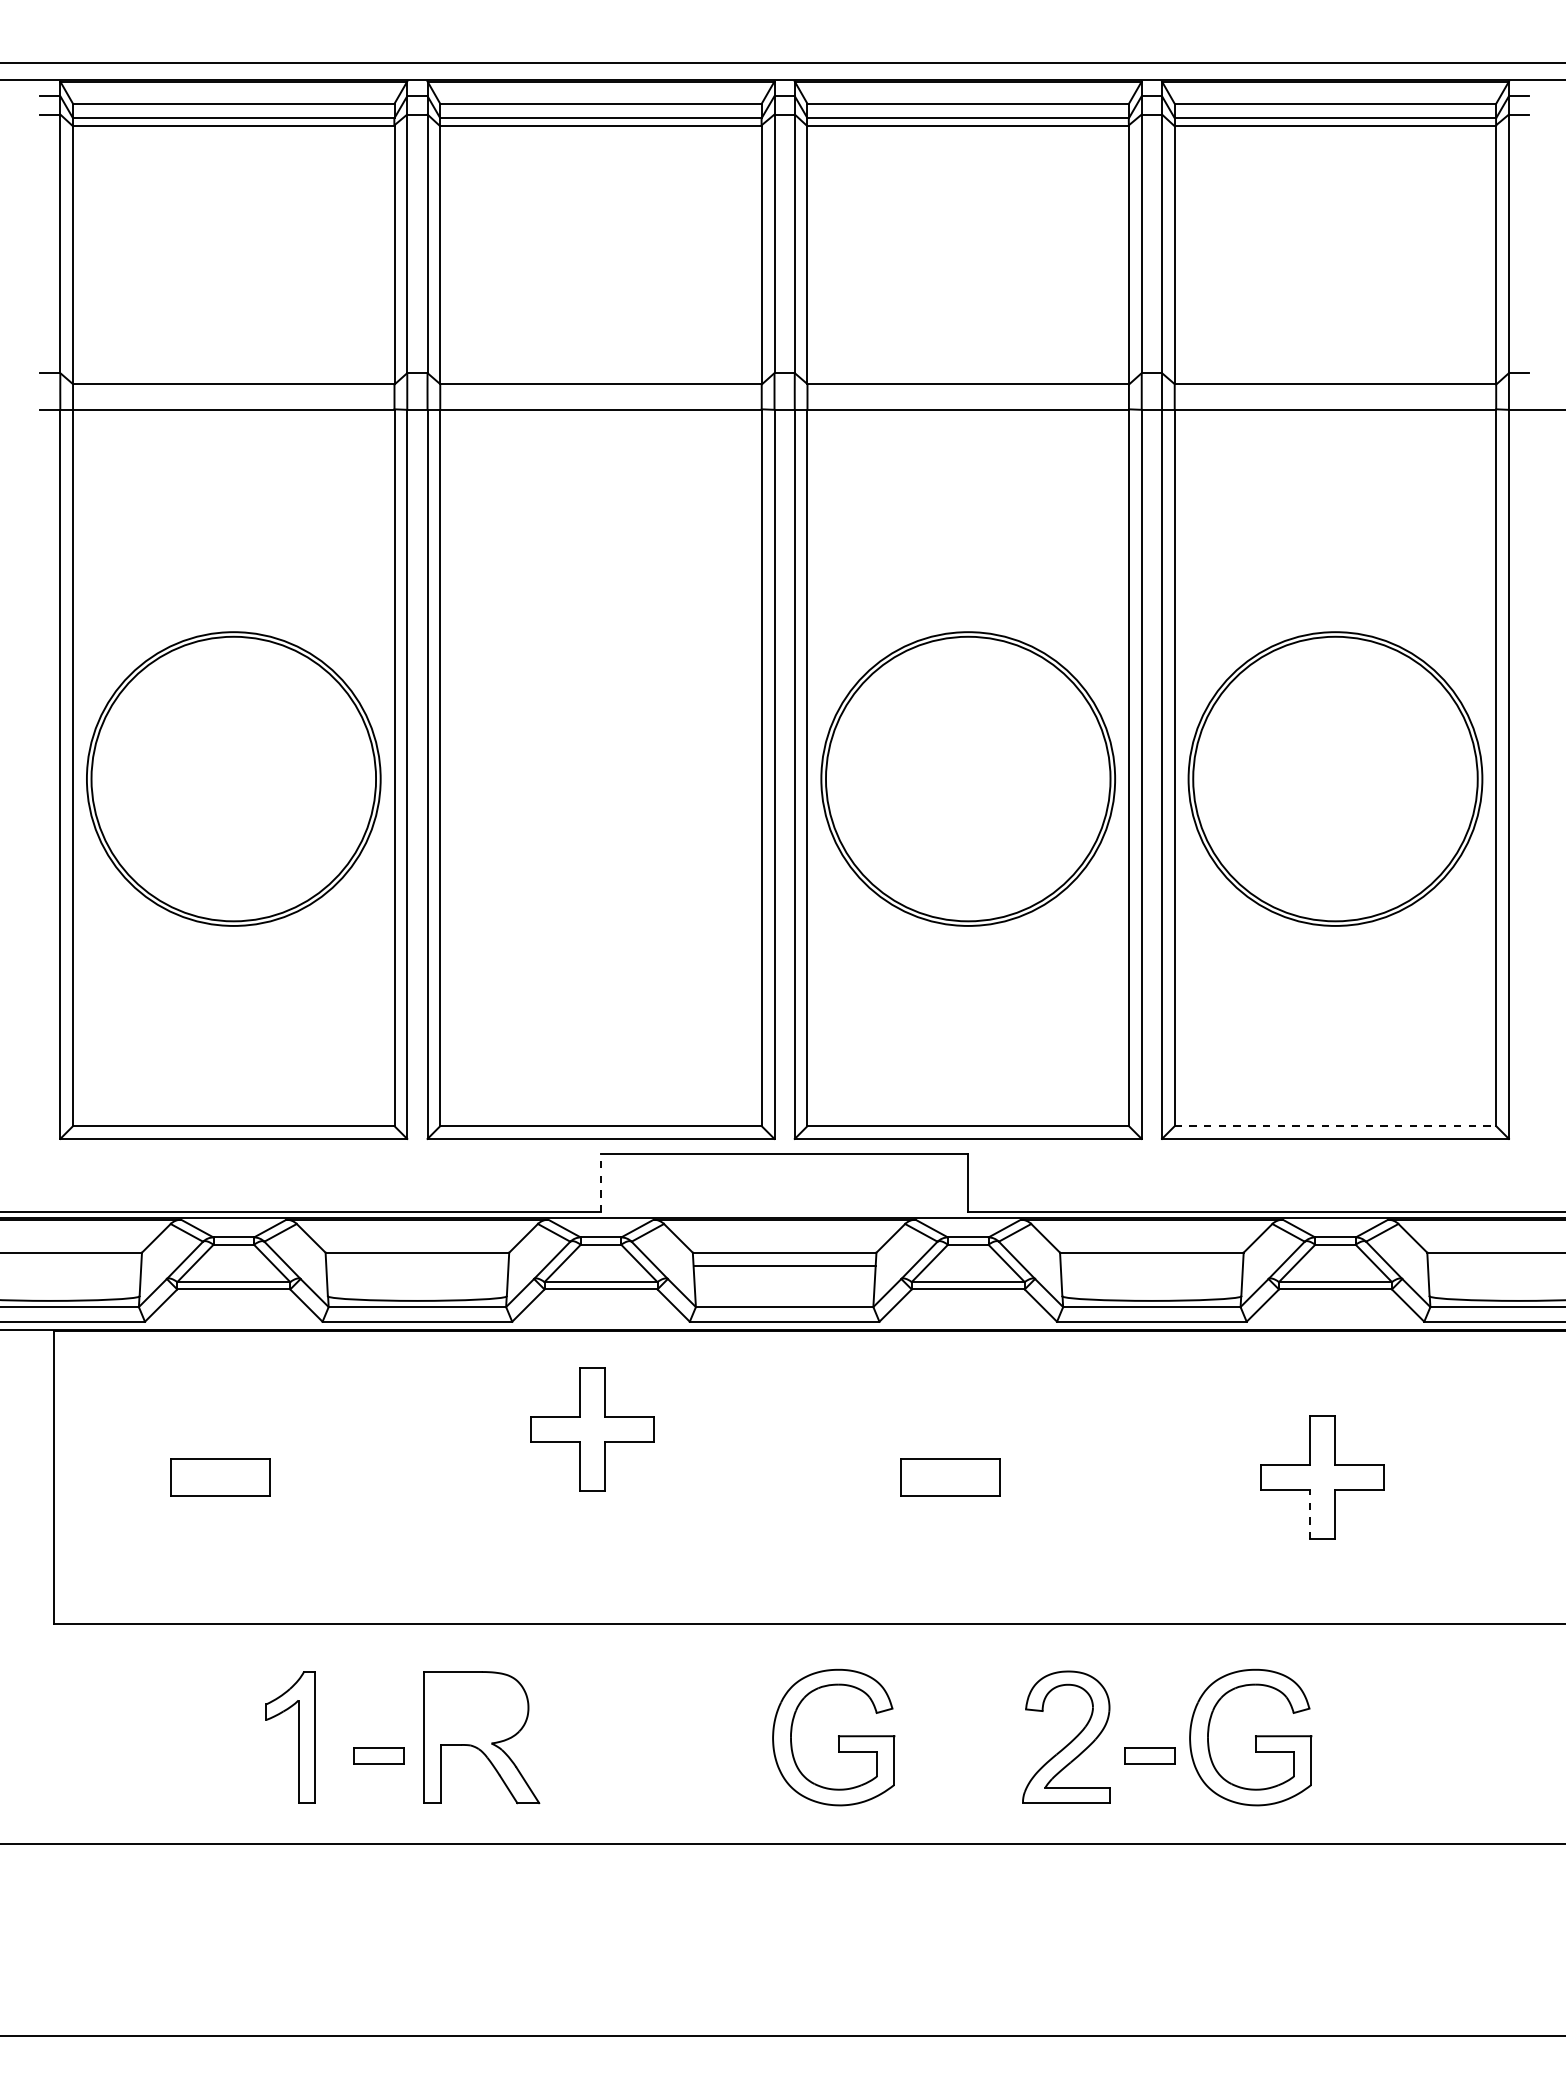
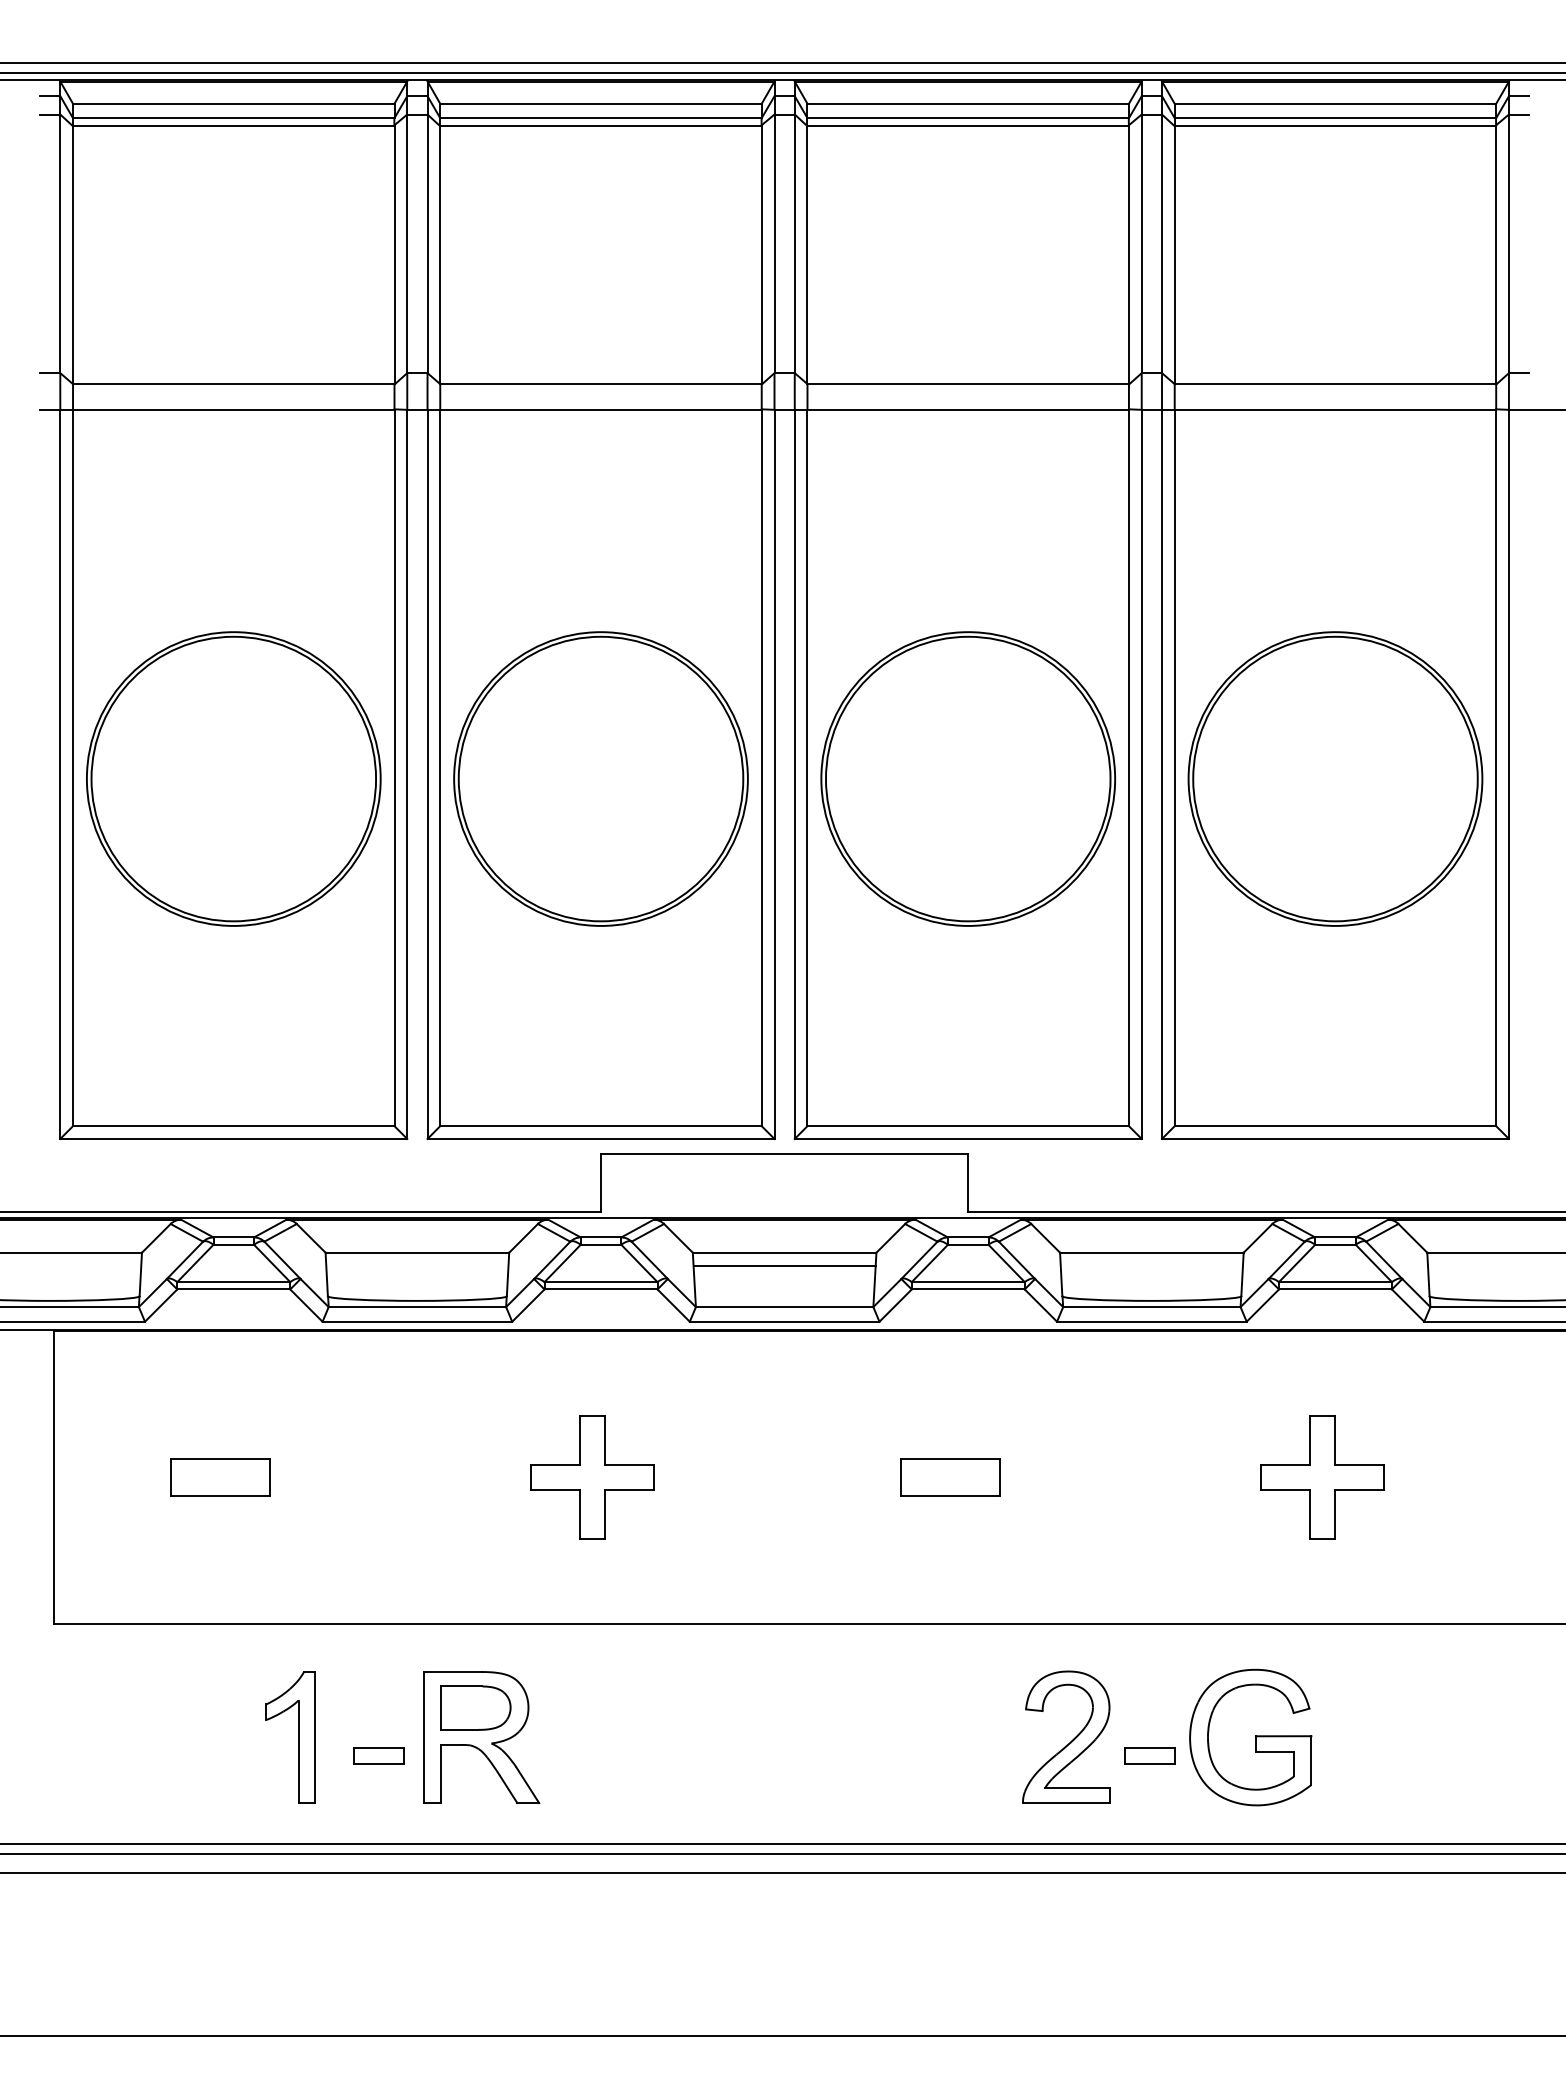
line at (782, 72): none -> present
part at (600, 778): none -> present
line at (1335, 1126): dashed -> solid
line at (601, 1182): dashed -> solid
part at (592, 1429) position: (592, 1429) -> (592, 1477)
line at (1310, 1514): dashed -> solid
part at (475, 1707): none -> present
part at (833, 1737): present -> none
line at (782, 1854): none -> present
line at (782, 1872): none -> present
